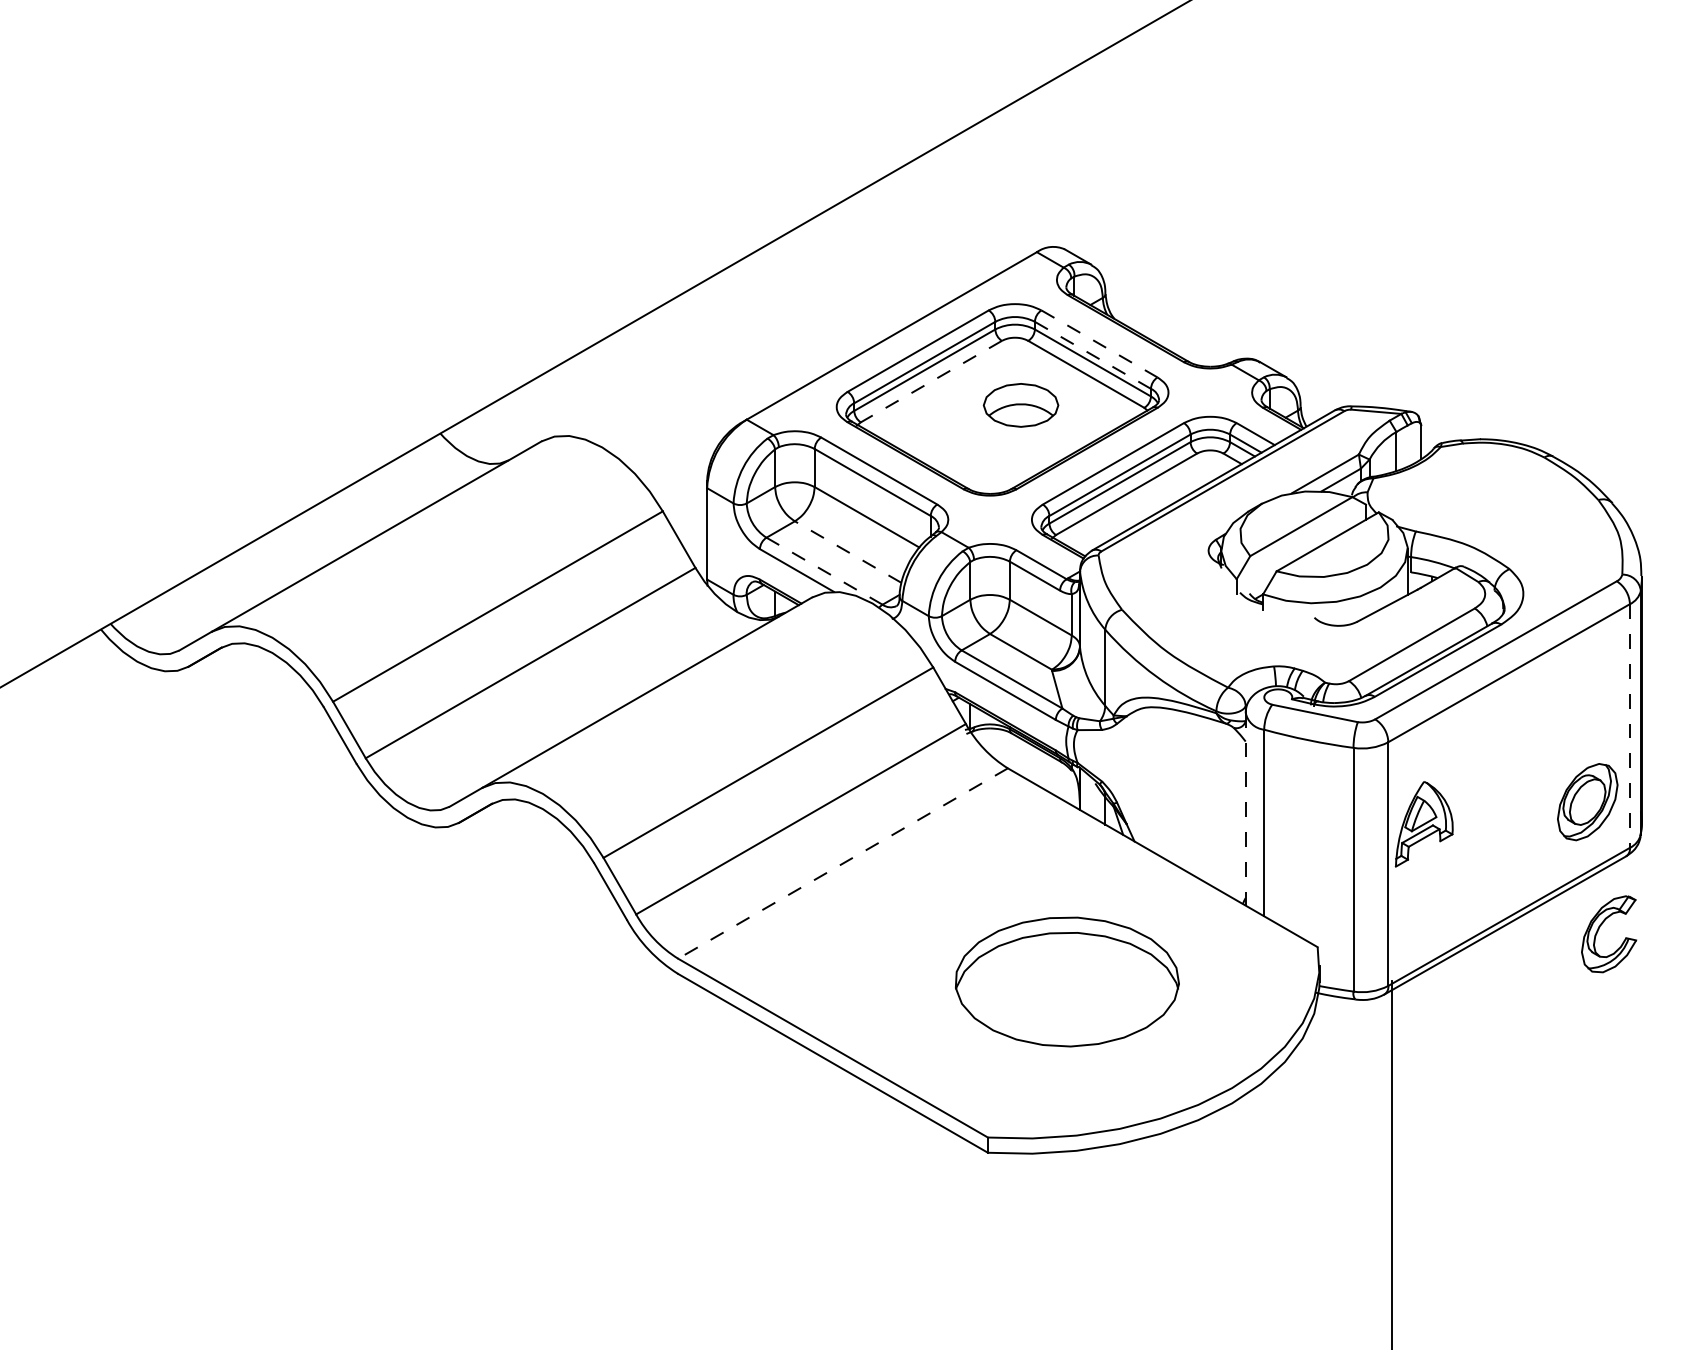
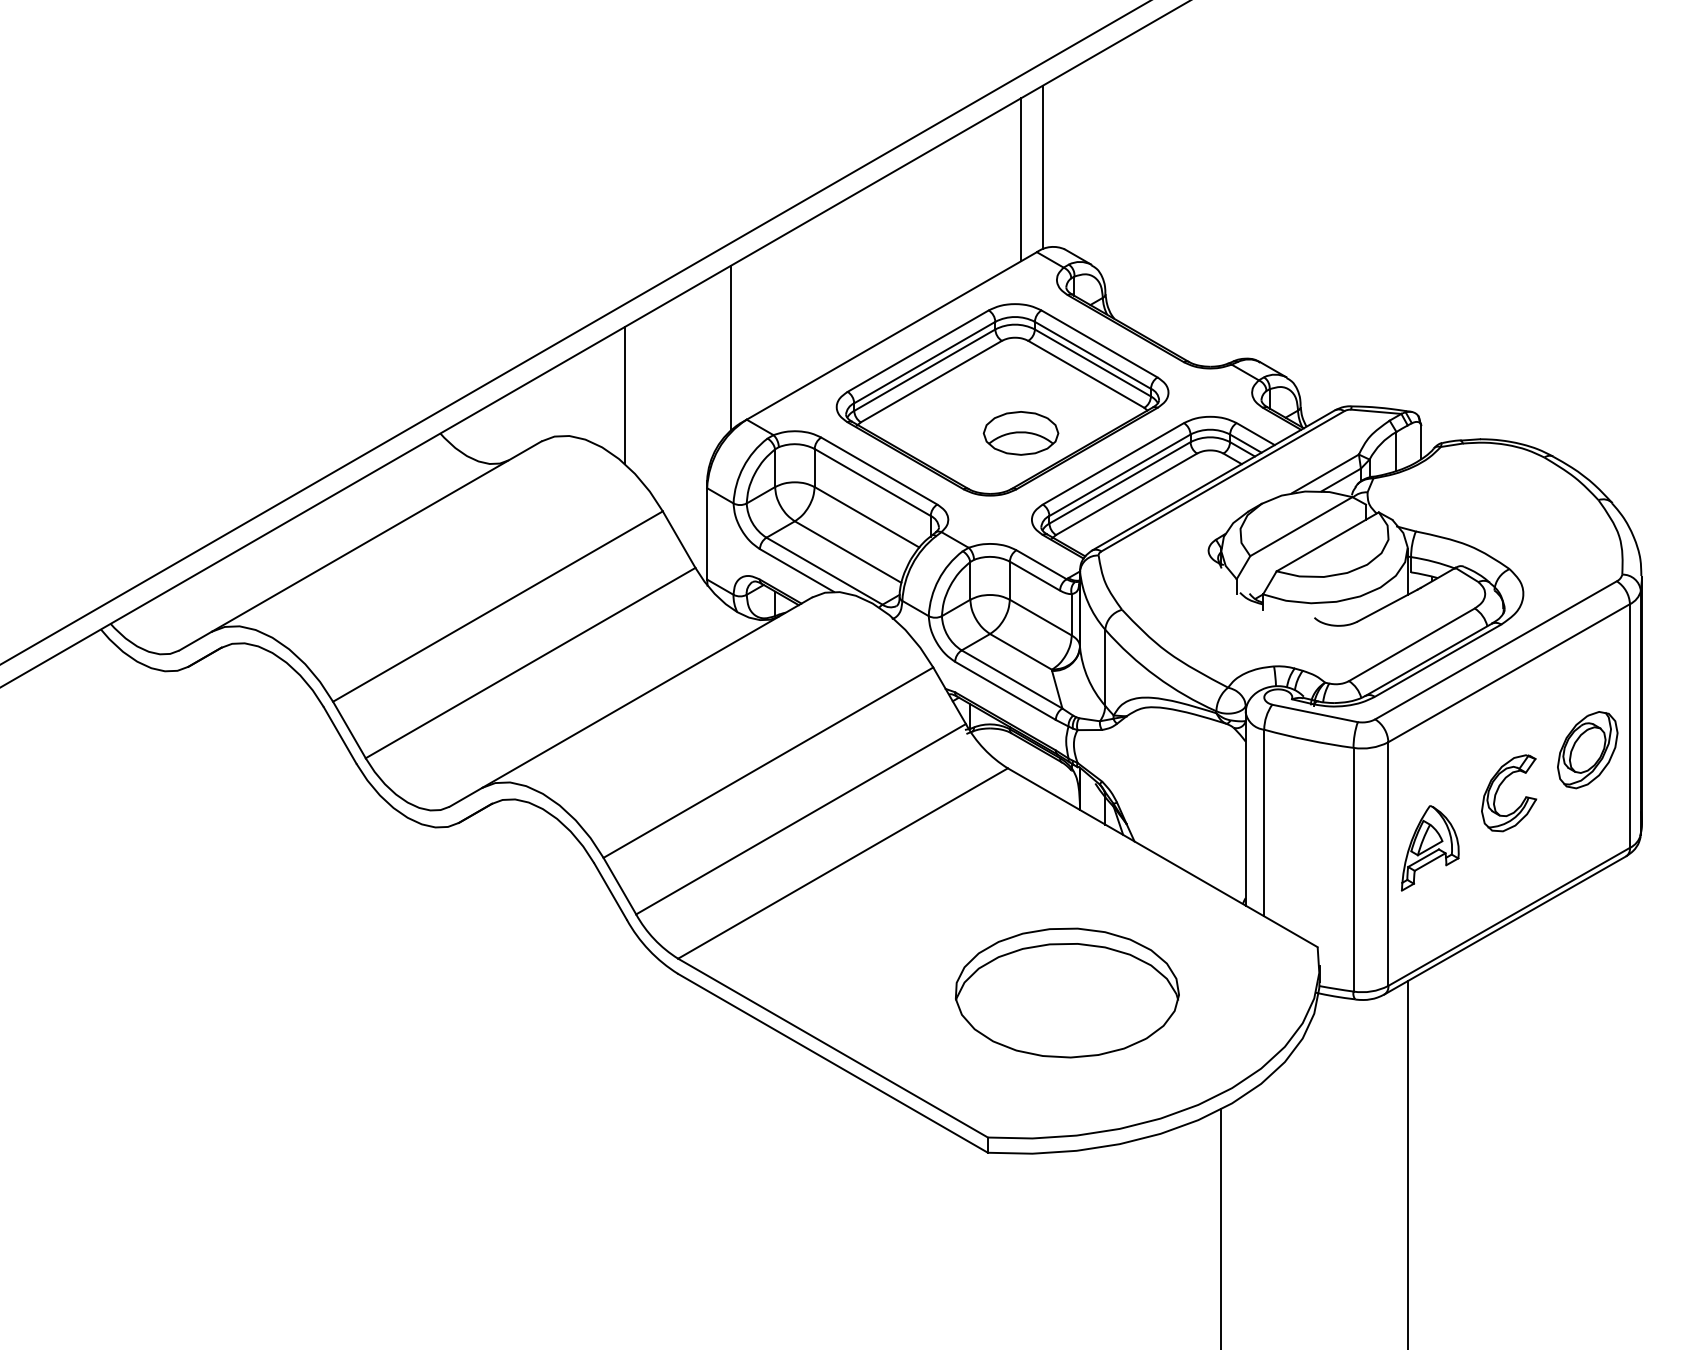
line at (1042, 167): none -> present
line at (1021, 179): none -> present
line at (575, 332): none -> present
line at (1099, 344): dashed -> solid
line at (730, 347): none -> present
line at (1093, 355): dashed -> solid
line at (930, 381): dashed -> solid
line at (625, 395): none -> present
part at (1020, 405) position: (1020, 405) -> (1020, 433)
line at (847, 551): dashed -> solid
line at (824, 570): dashed -> solid
line at (1629, 726): dashed -> solid
part at (1587, 802) position: (1587, 802) -> (1587, 750)
line at (1245, 809): dashed -> solid
part at (1423, 824) position: (1423, 824) -> (1429, 848)
line at (842, 863): dashed -> solid
part at (1599, 929) position: (1599, 929) -> (1499, 788)
part at (1067, 981) position: (1067, 981) -> (1067, 992)
line at (1391, 1163) position: (1391, 1163) -> (1407, 1163)
line at (1221, 1227): none -> present
